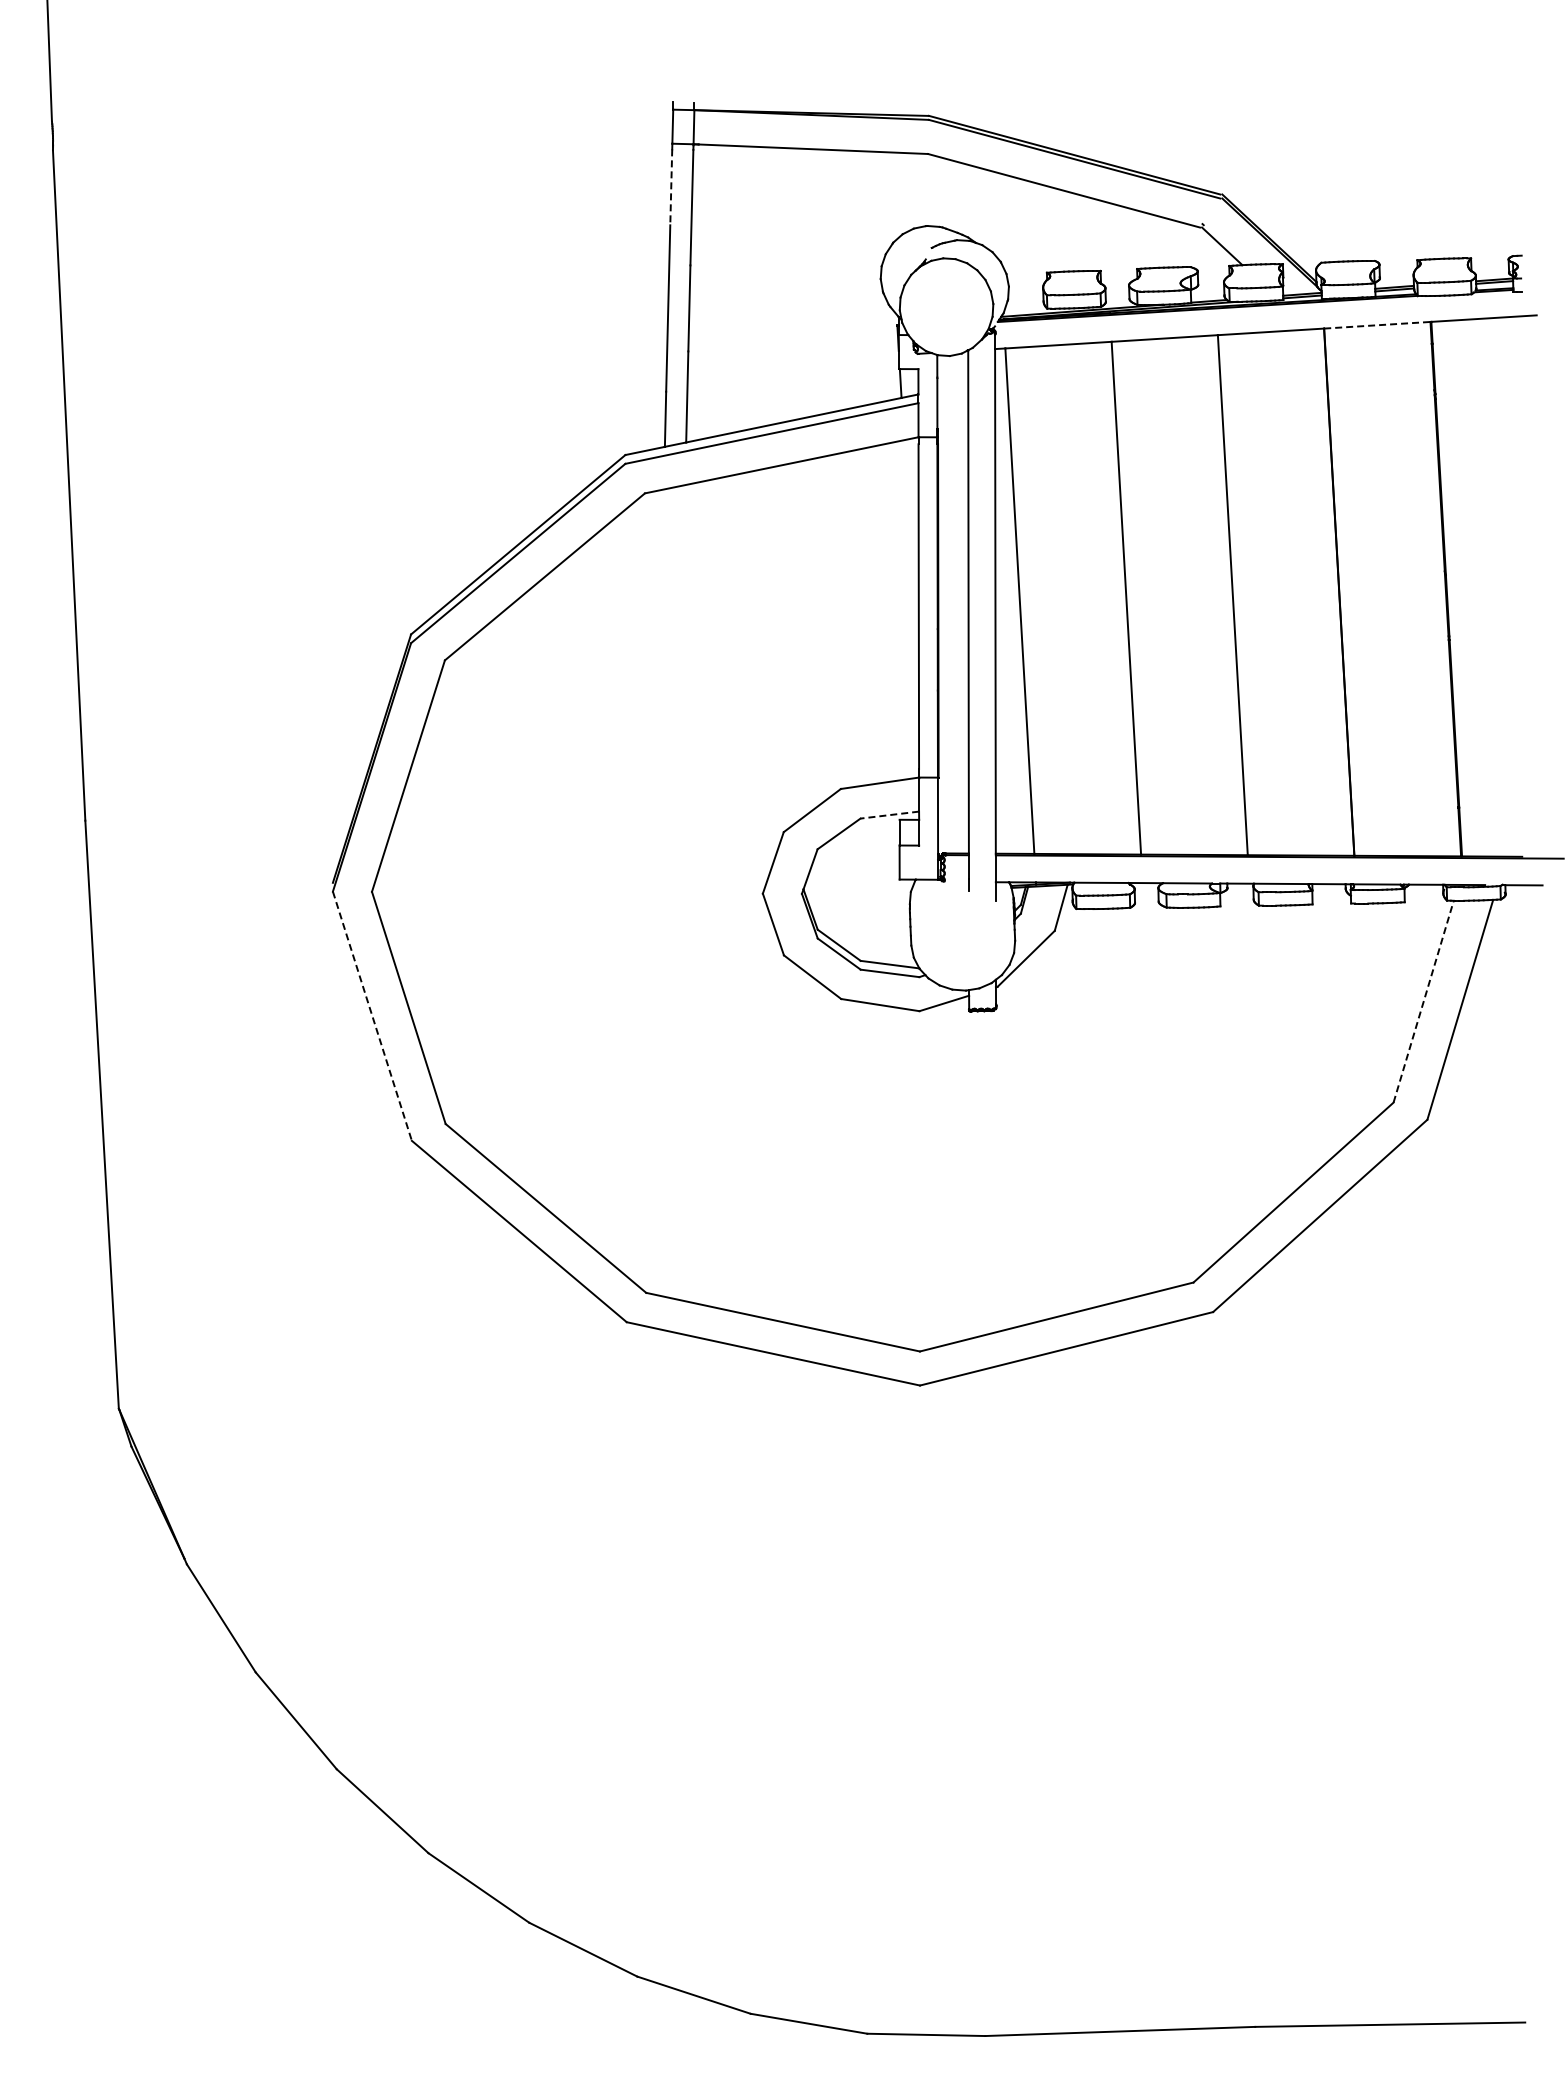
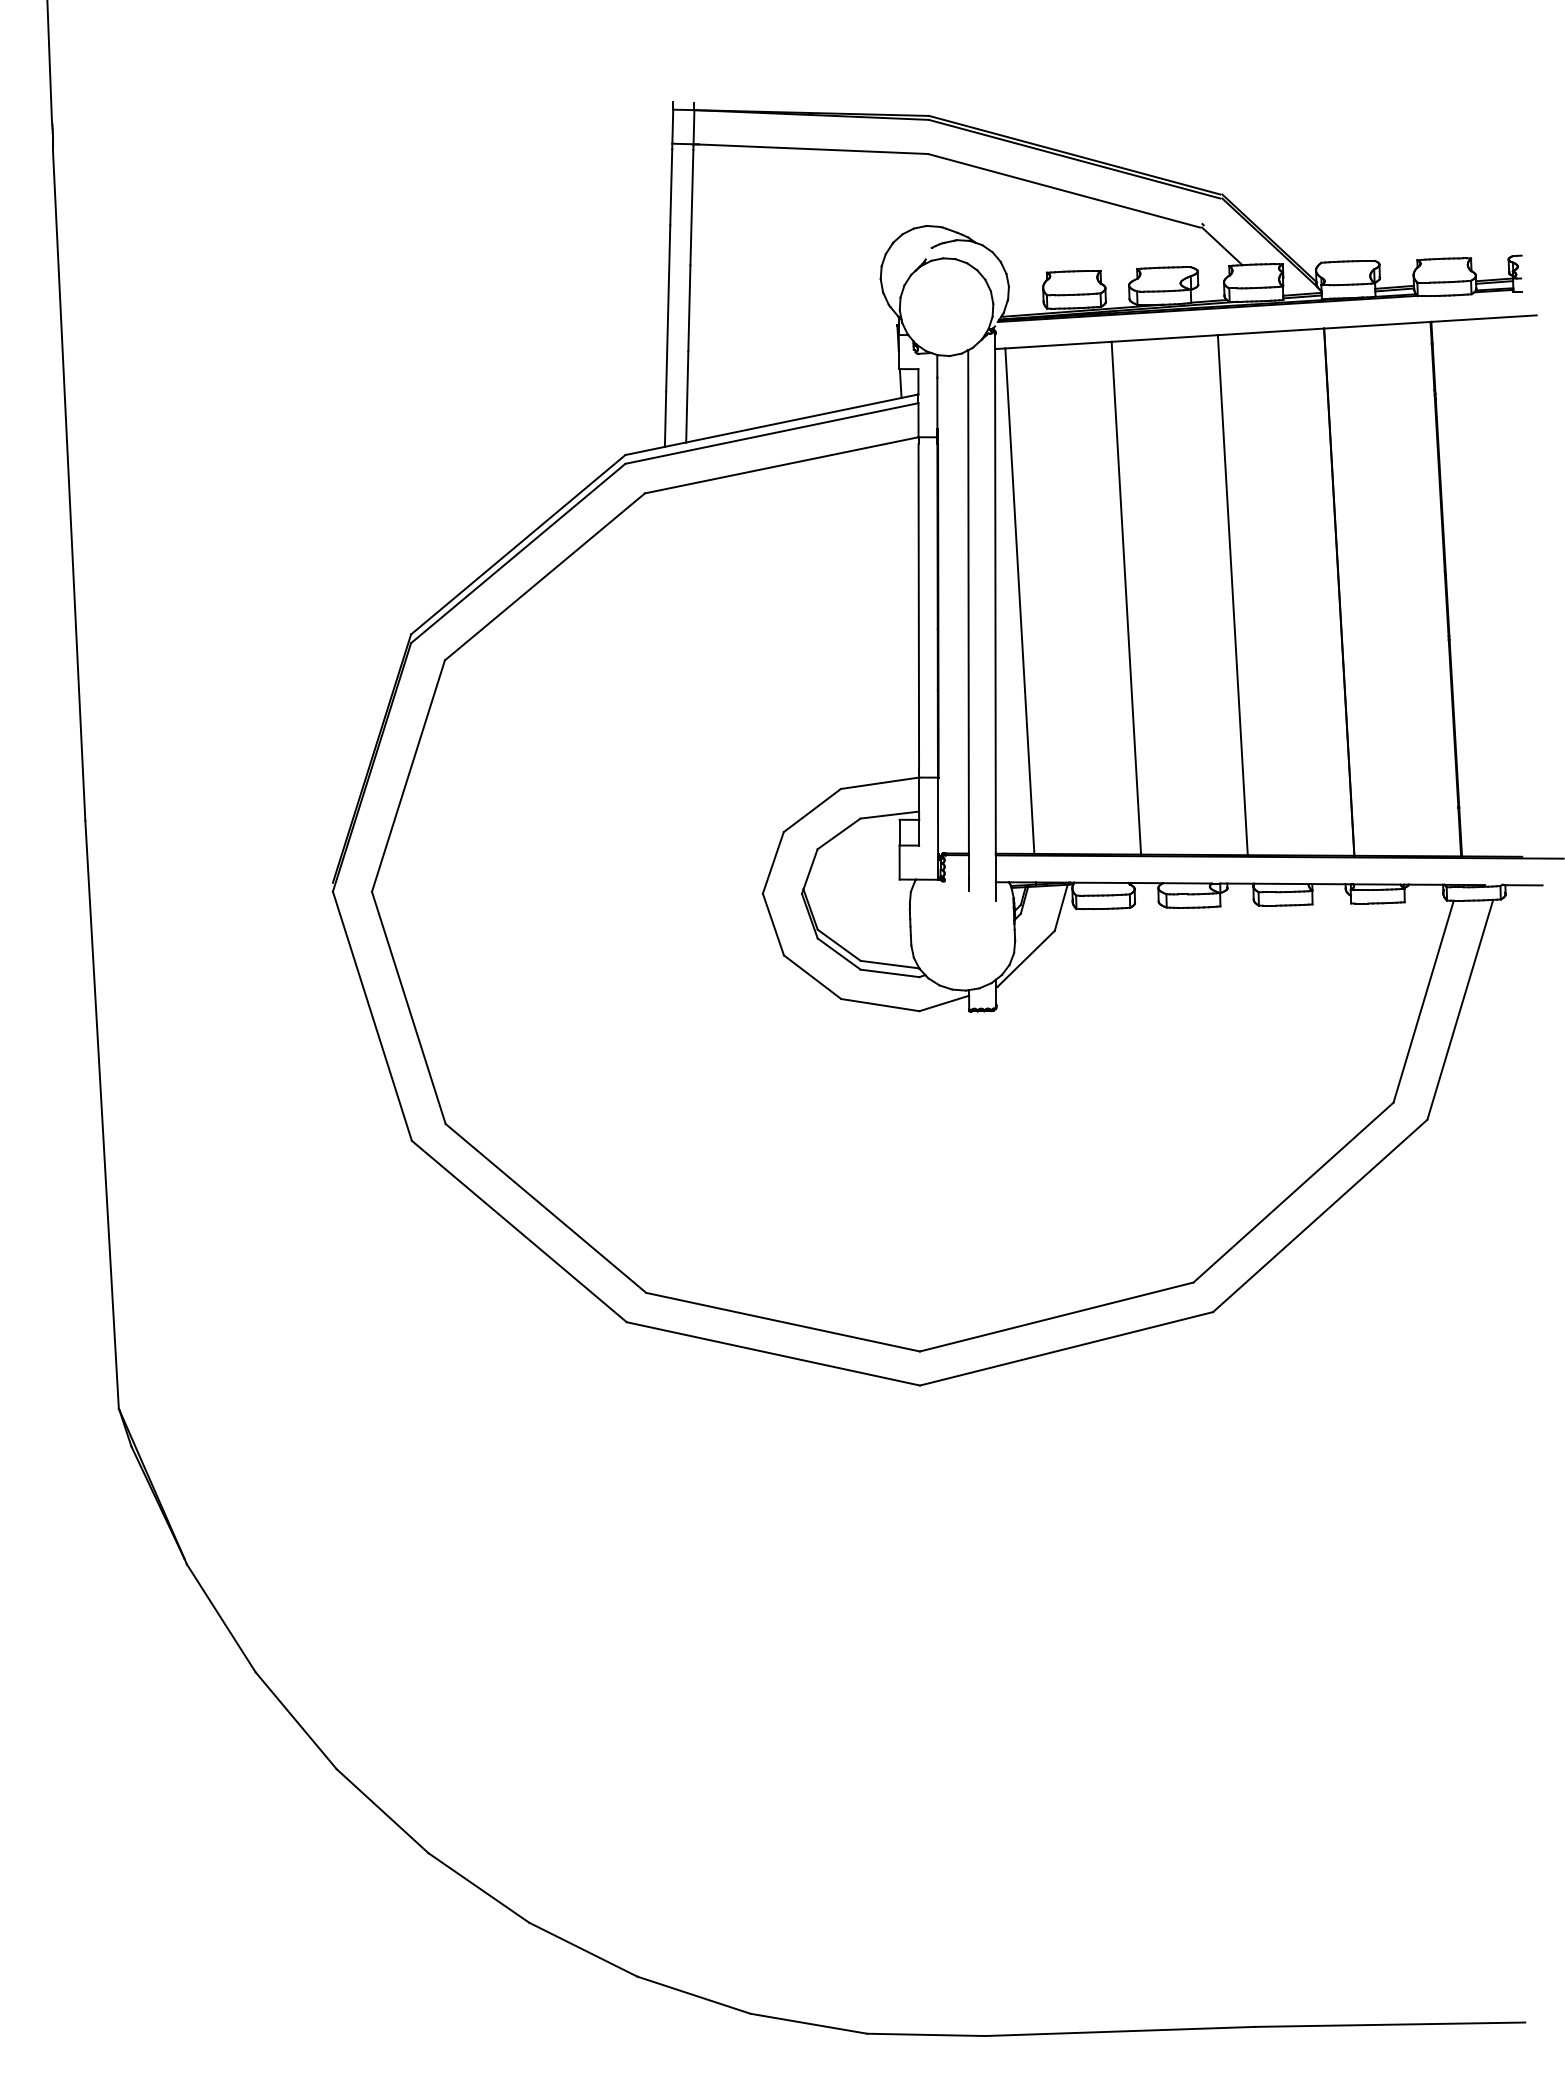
line at (671, 187): dashed -> solid
line at (1377, 325): dashed -> solid
line at (889, 815): dashed -> solid
line at (1423, 1001): dashed -> solid
line at (372, 1016): dashed -> solid
